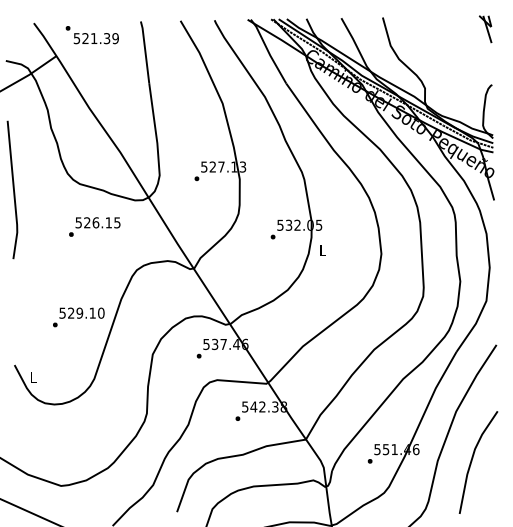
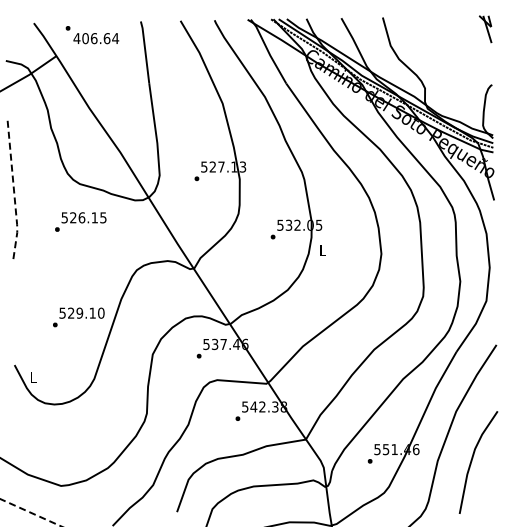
text at (96, 38): 521.39 -> 406.64
line at (14, 191): solid -> dashed
text at (94, 226) position: (94, 226) -> (80, 221)
line at (31, 513): solid -> dashed
